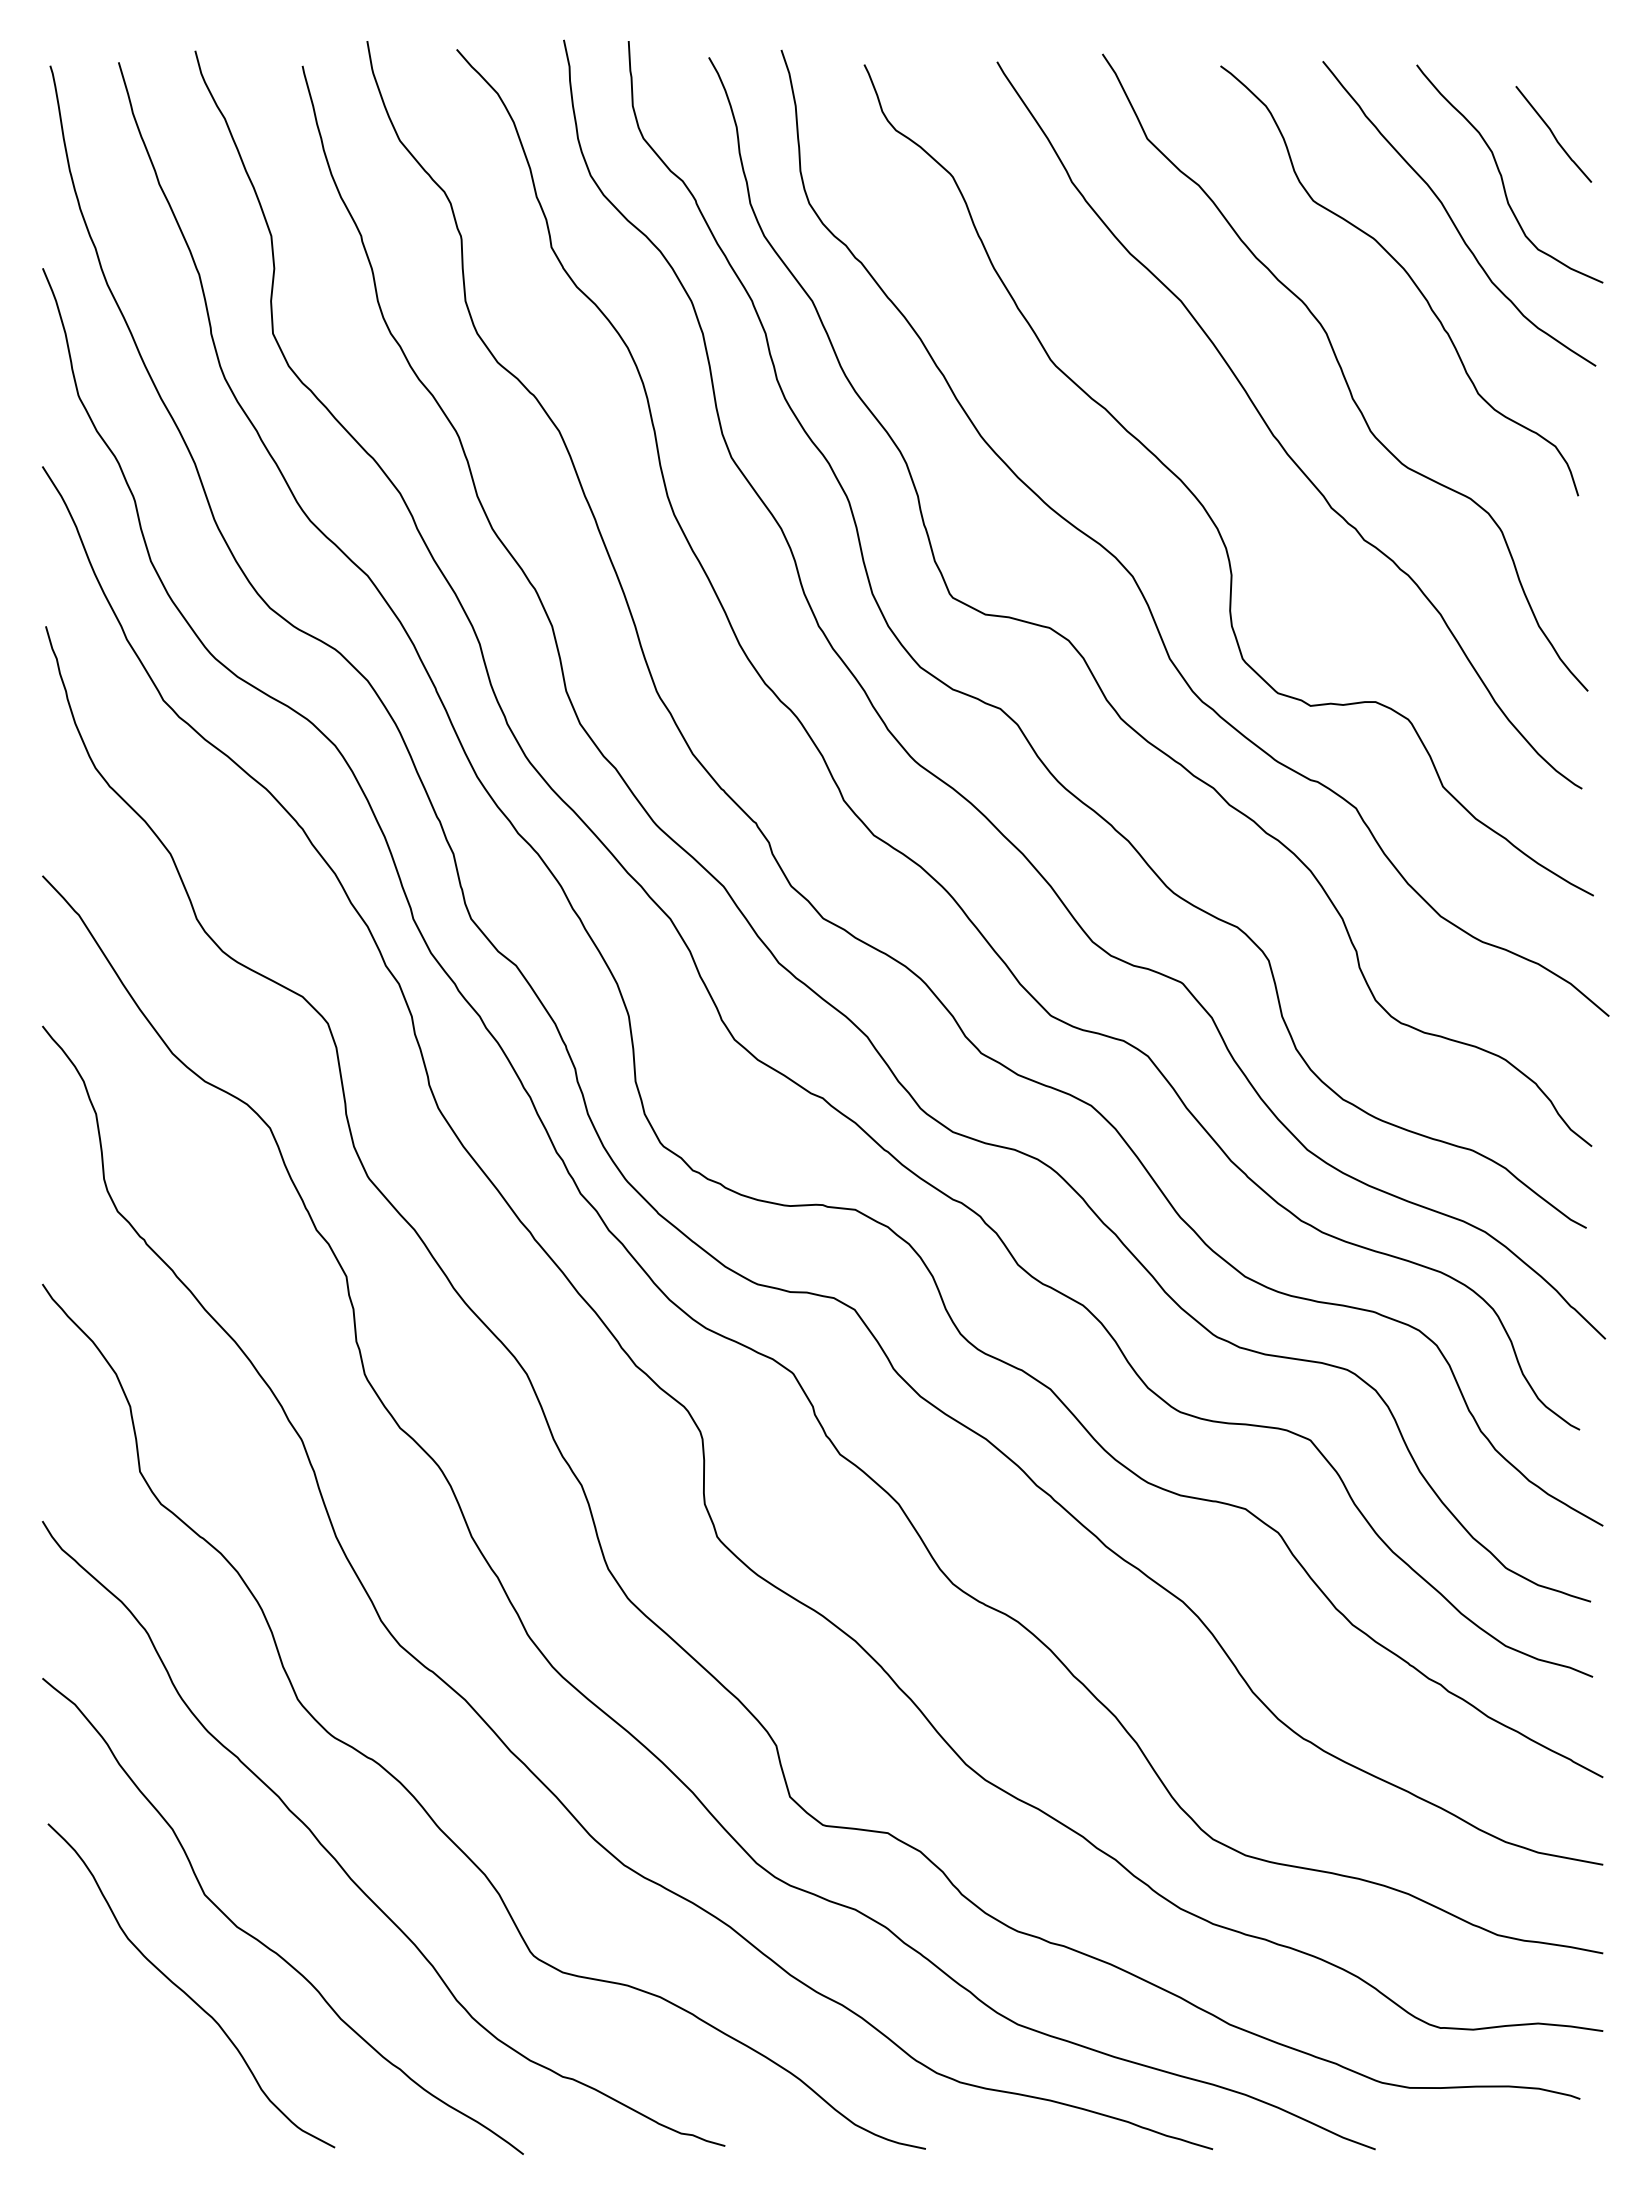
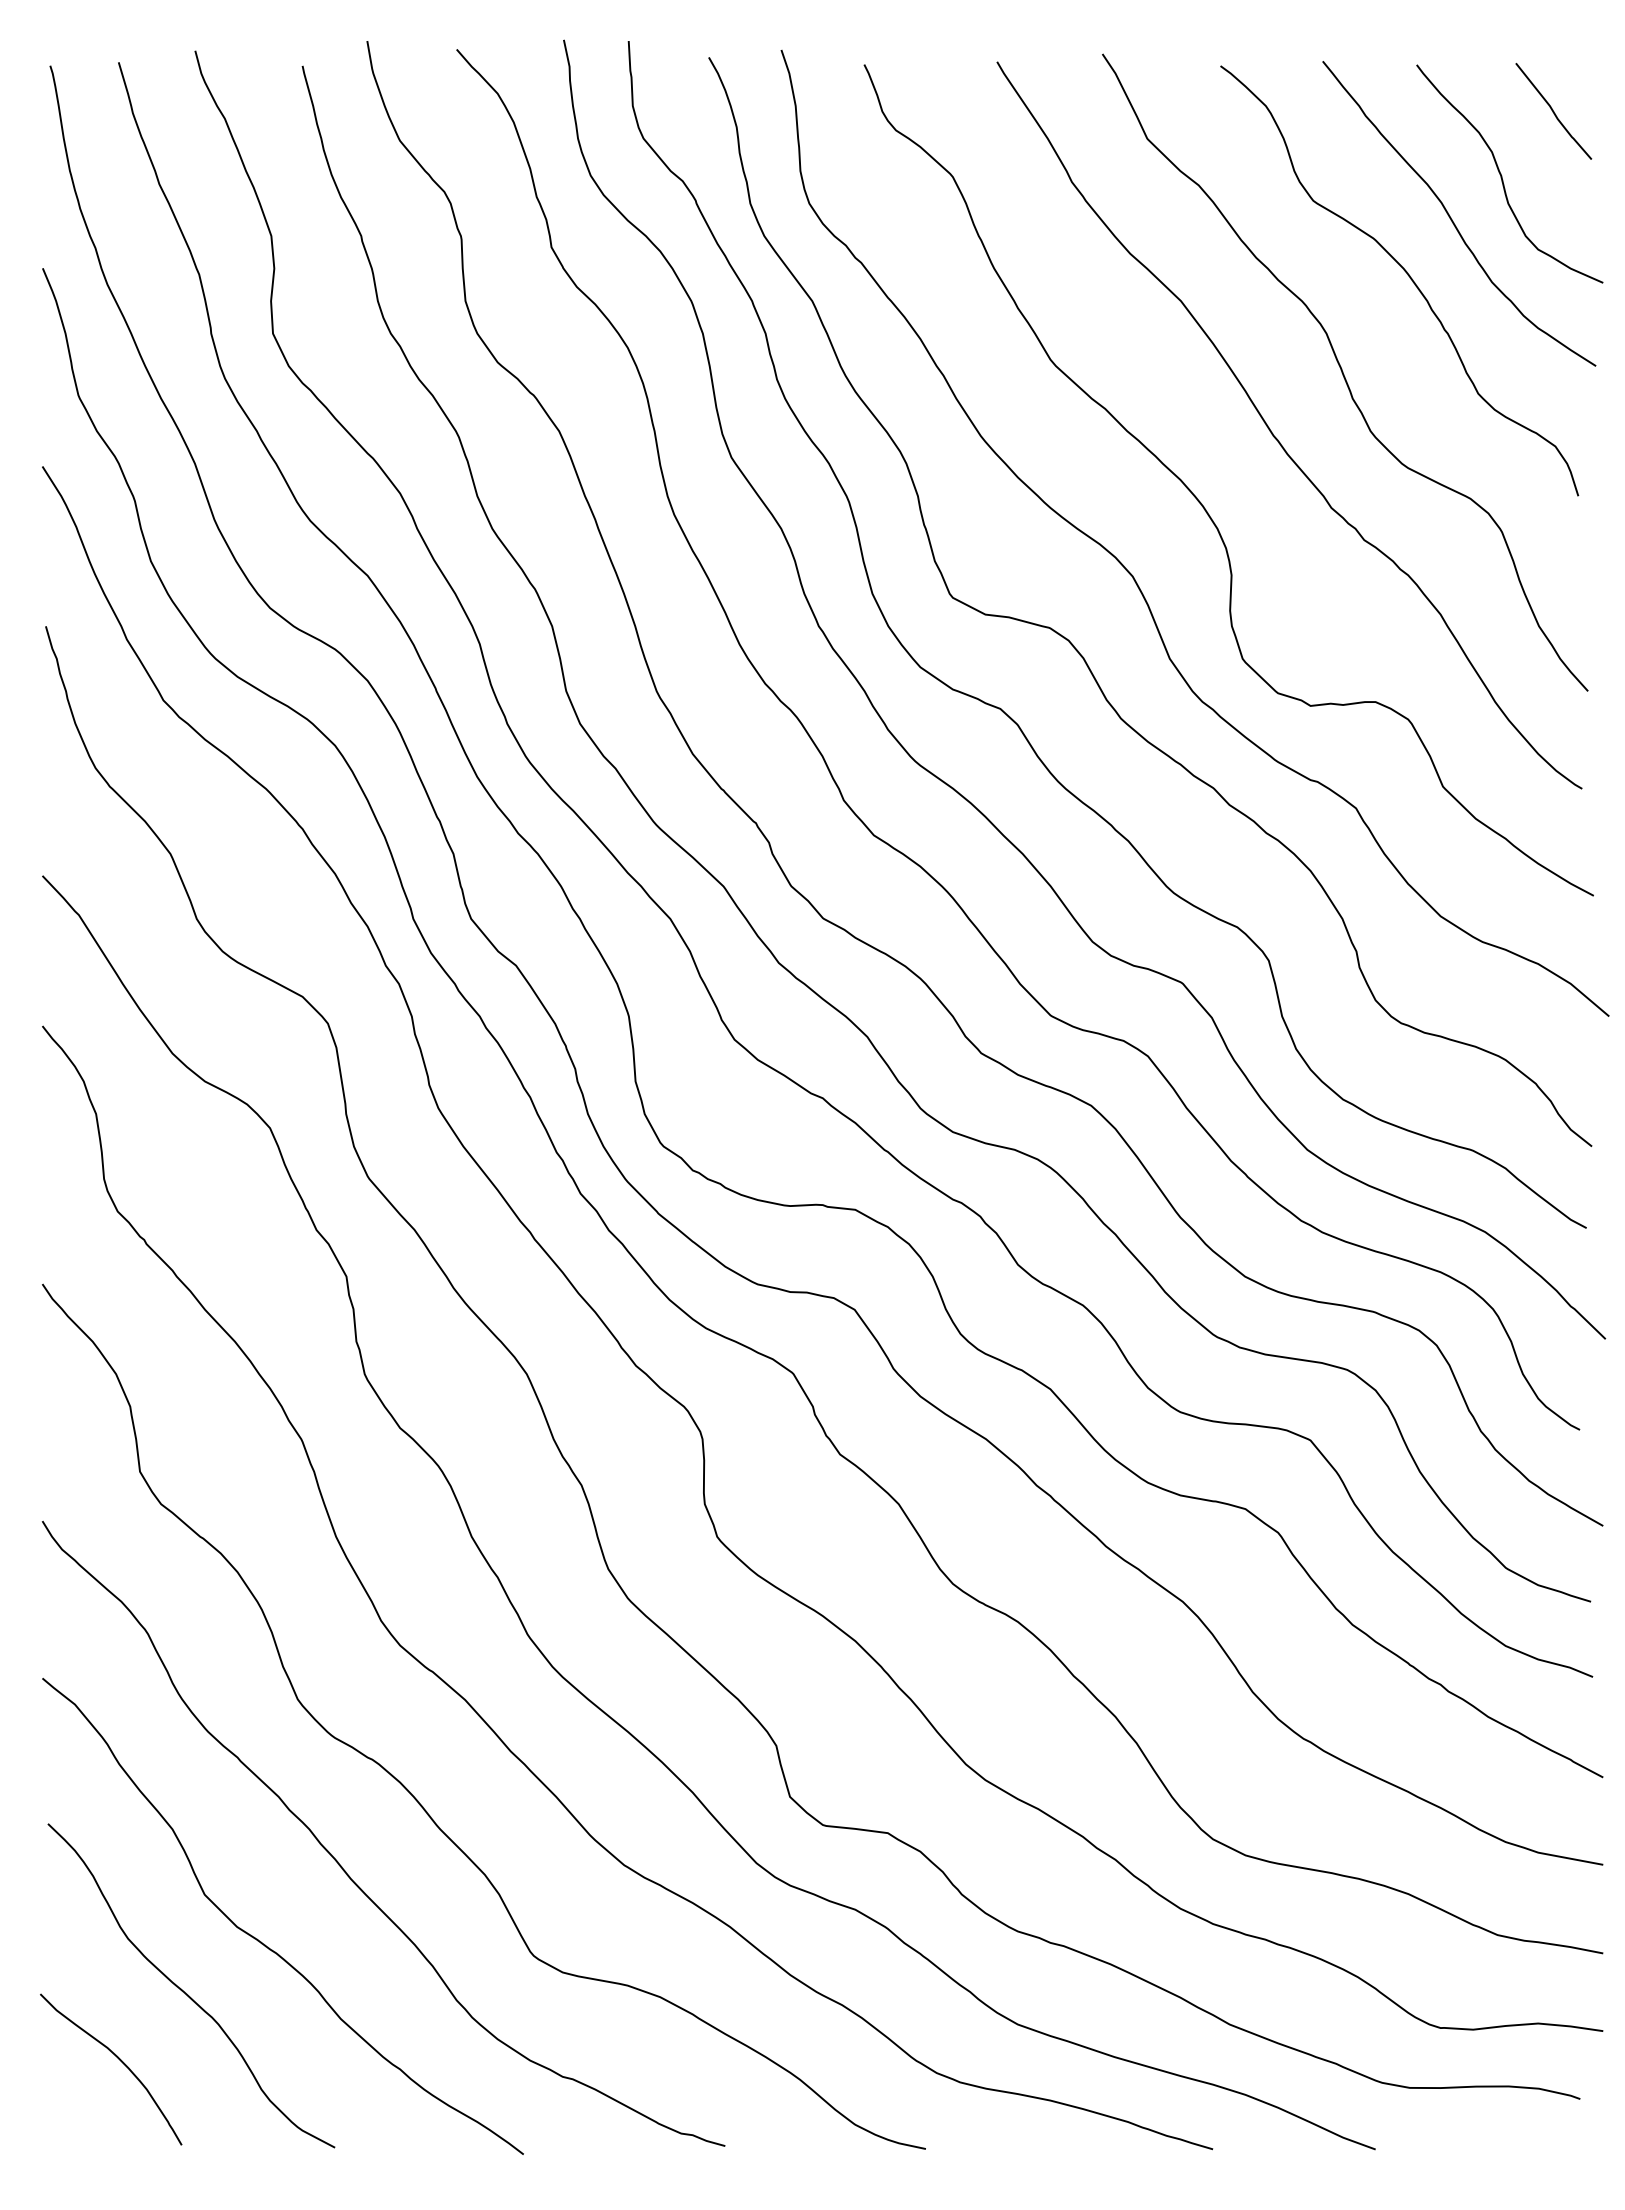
curve at (1553, 134) position: (1553, 134) -> (1553, 111)
curve at (119, 2060): none -> present
